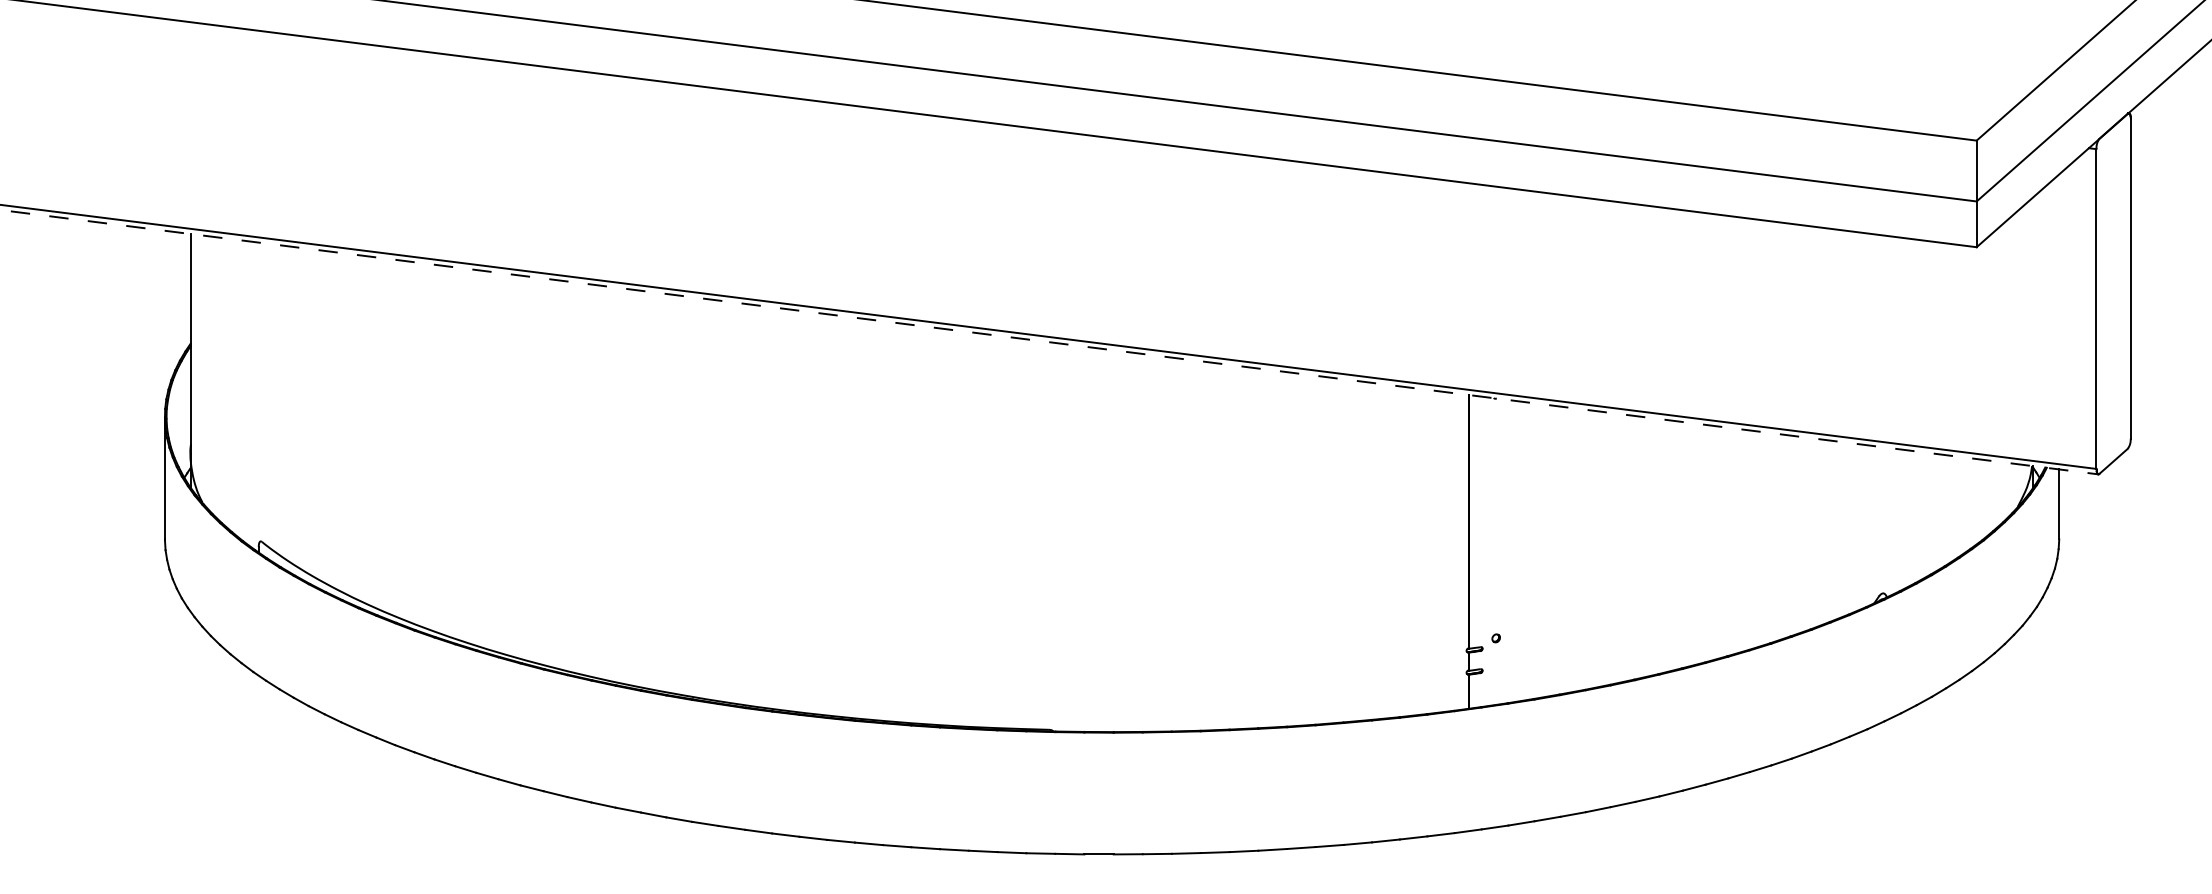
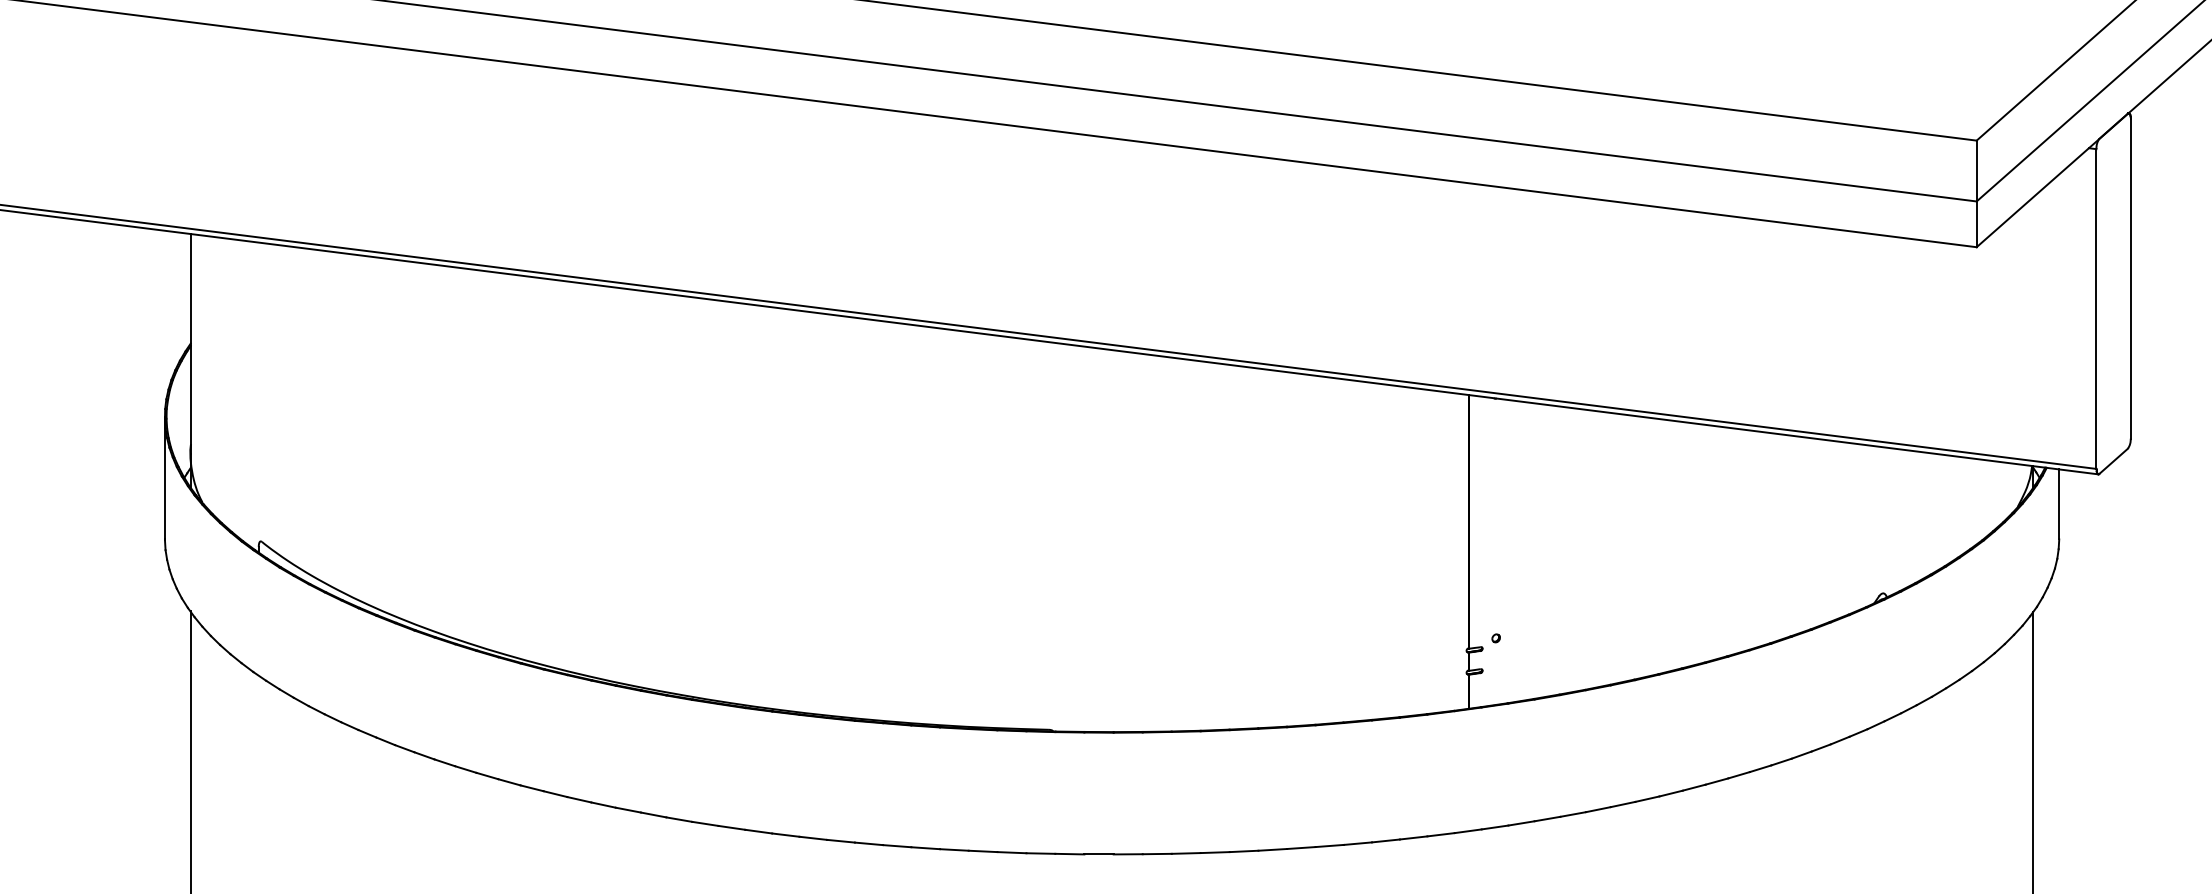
line at (1049, 342): dashed -> solid
line at (190, 750): none -> present
line at (2033, 750): none -> present
